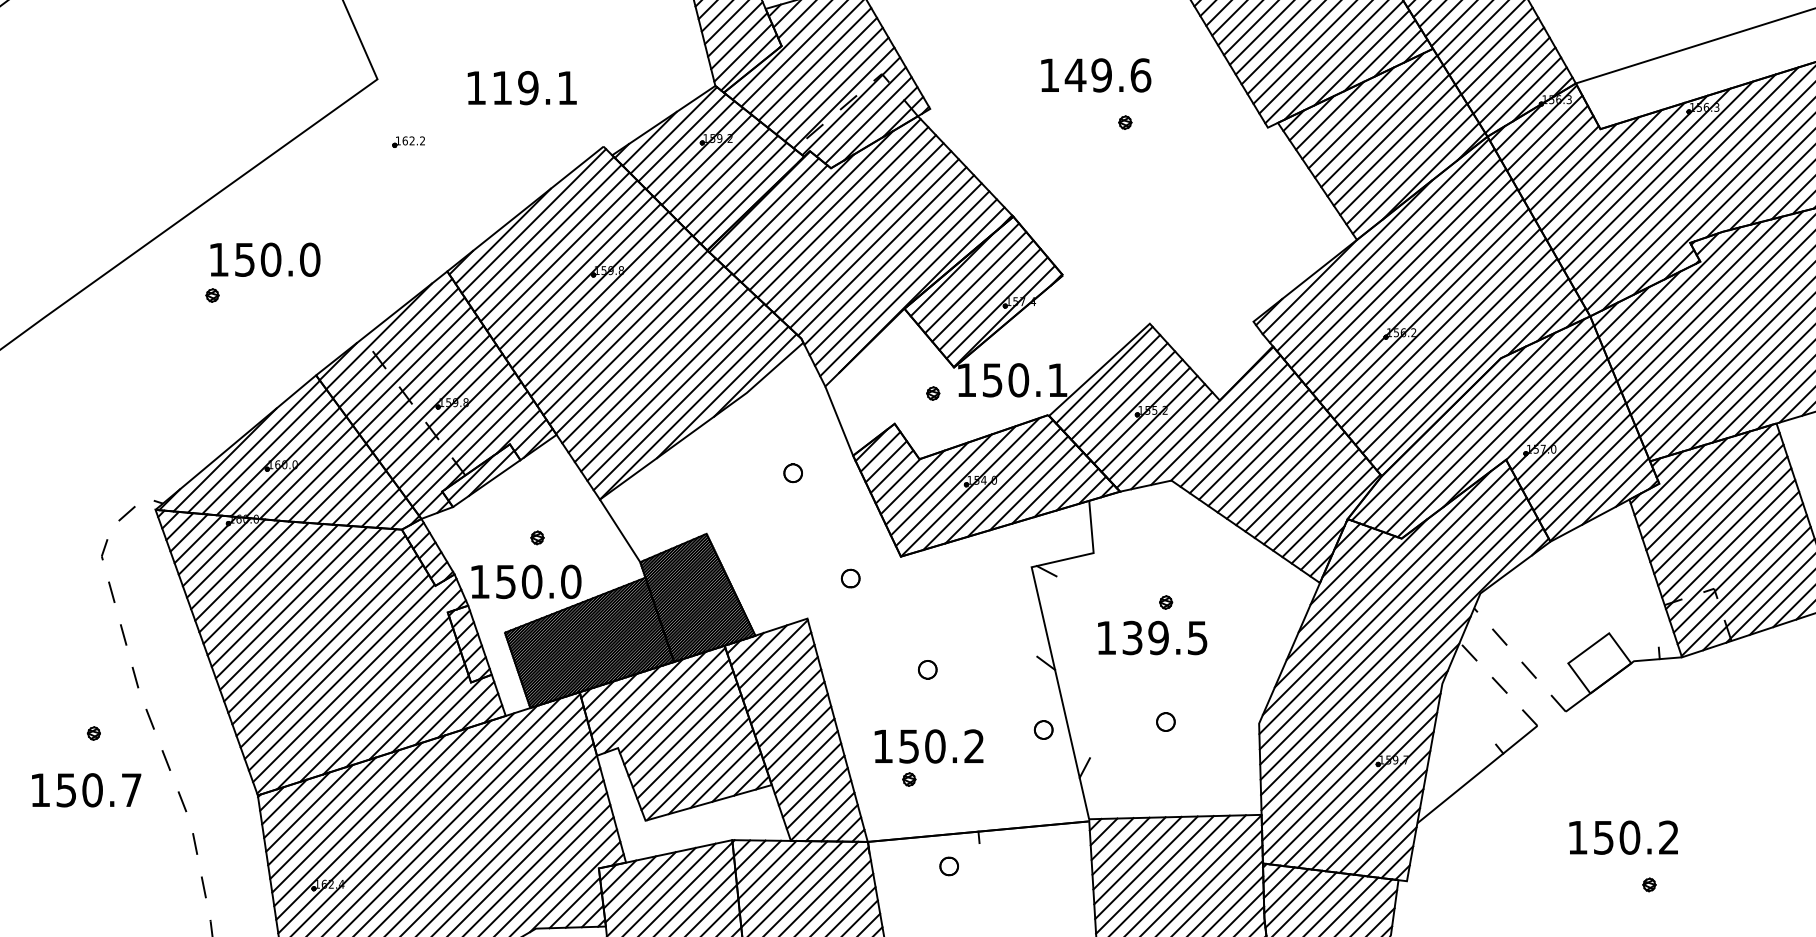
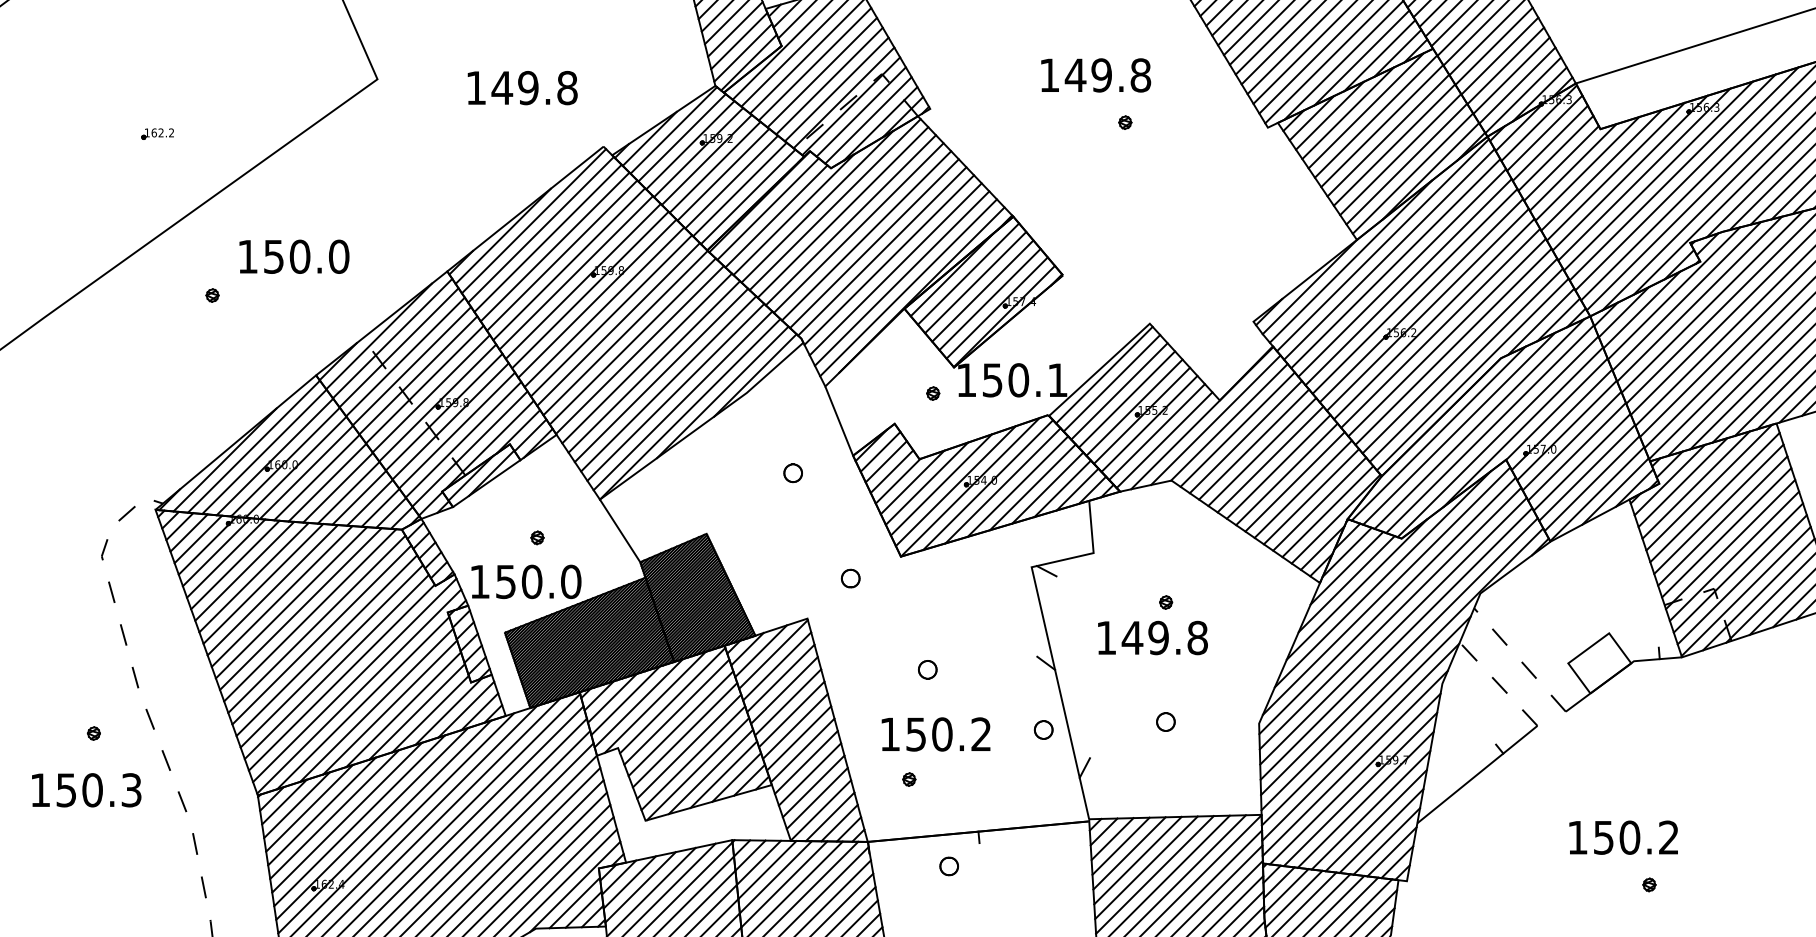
text at (1140, 75): 149.6 -> 149.8
text at (534, 87): 119.1 -> 149.8
part at (408, 141) position: (408, 141) -> (157, 133)
text at (265, 259) position: (265, 259) -> (294, 256)
text at (1164, 637): 139.5 -> 149.8
text at (928, 746) position: (928, 746) -> (935, 734)
text at (131, 790): 150.7 -> 150.3
